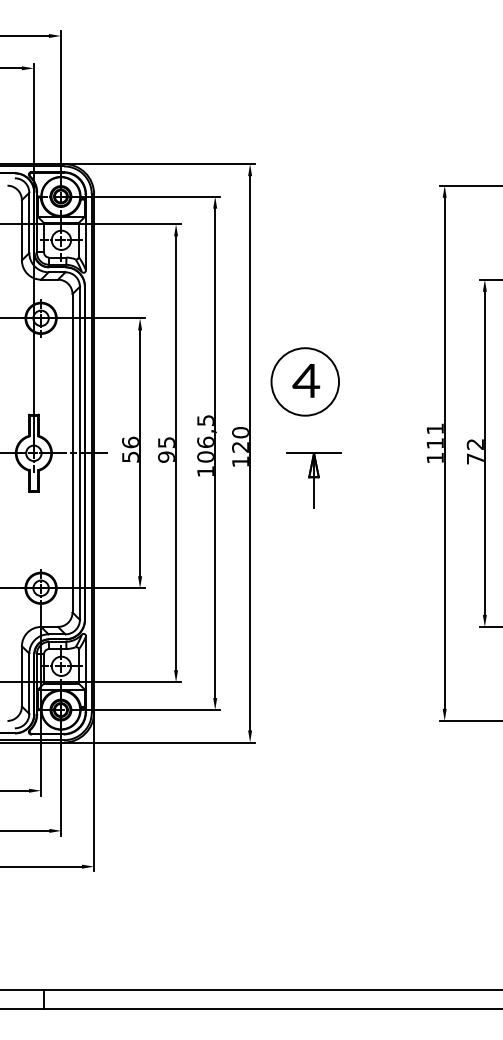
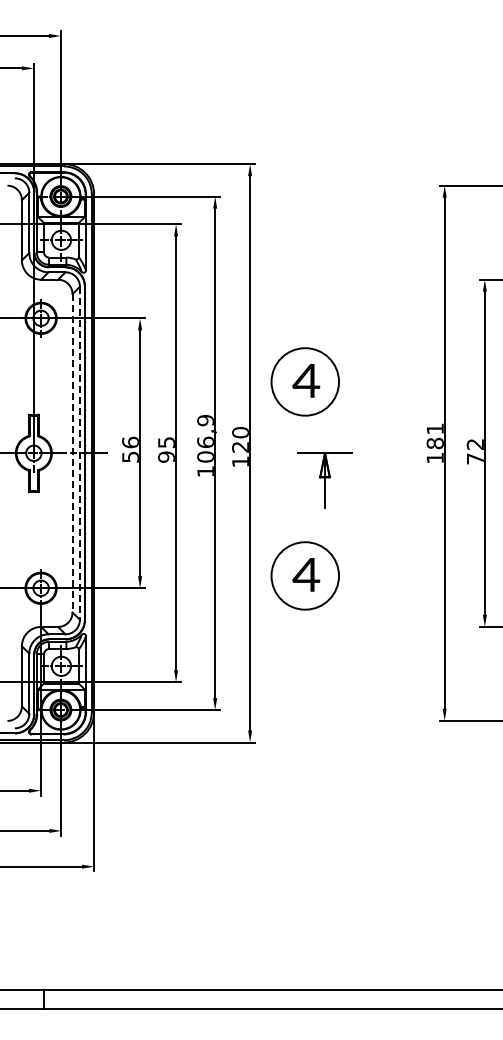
text at (205, 420): 106,5 -> 106,9
text at (434, 443): 111 -> 181
line at (72, 453): solid -> dashed
line at (79, 453): solid -> dashed
part at (313, 480) position: (313, 480) -> (324, 480)
part at (304, 575): none -> present
